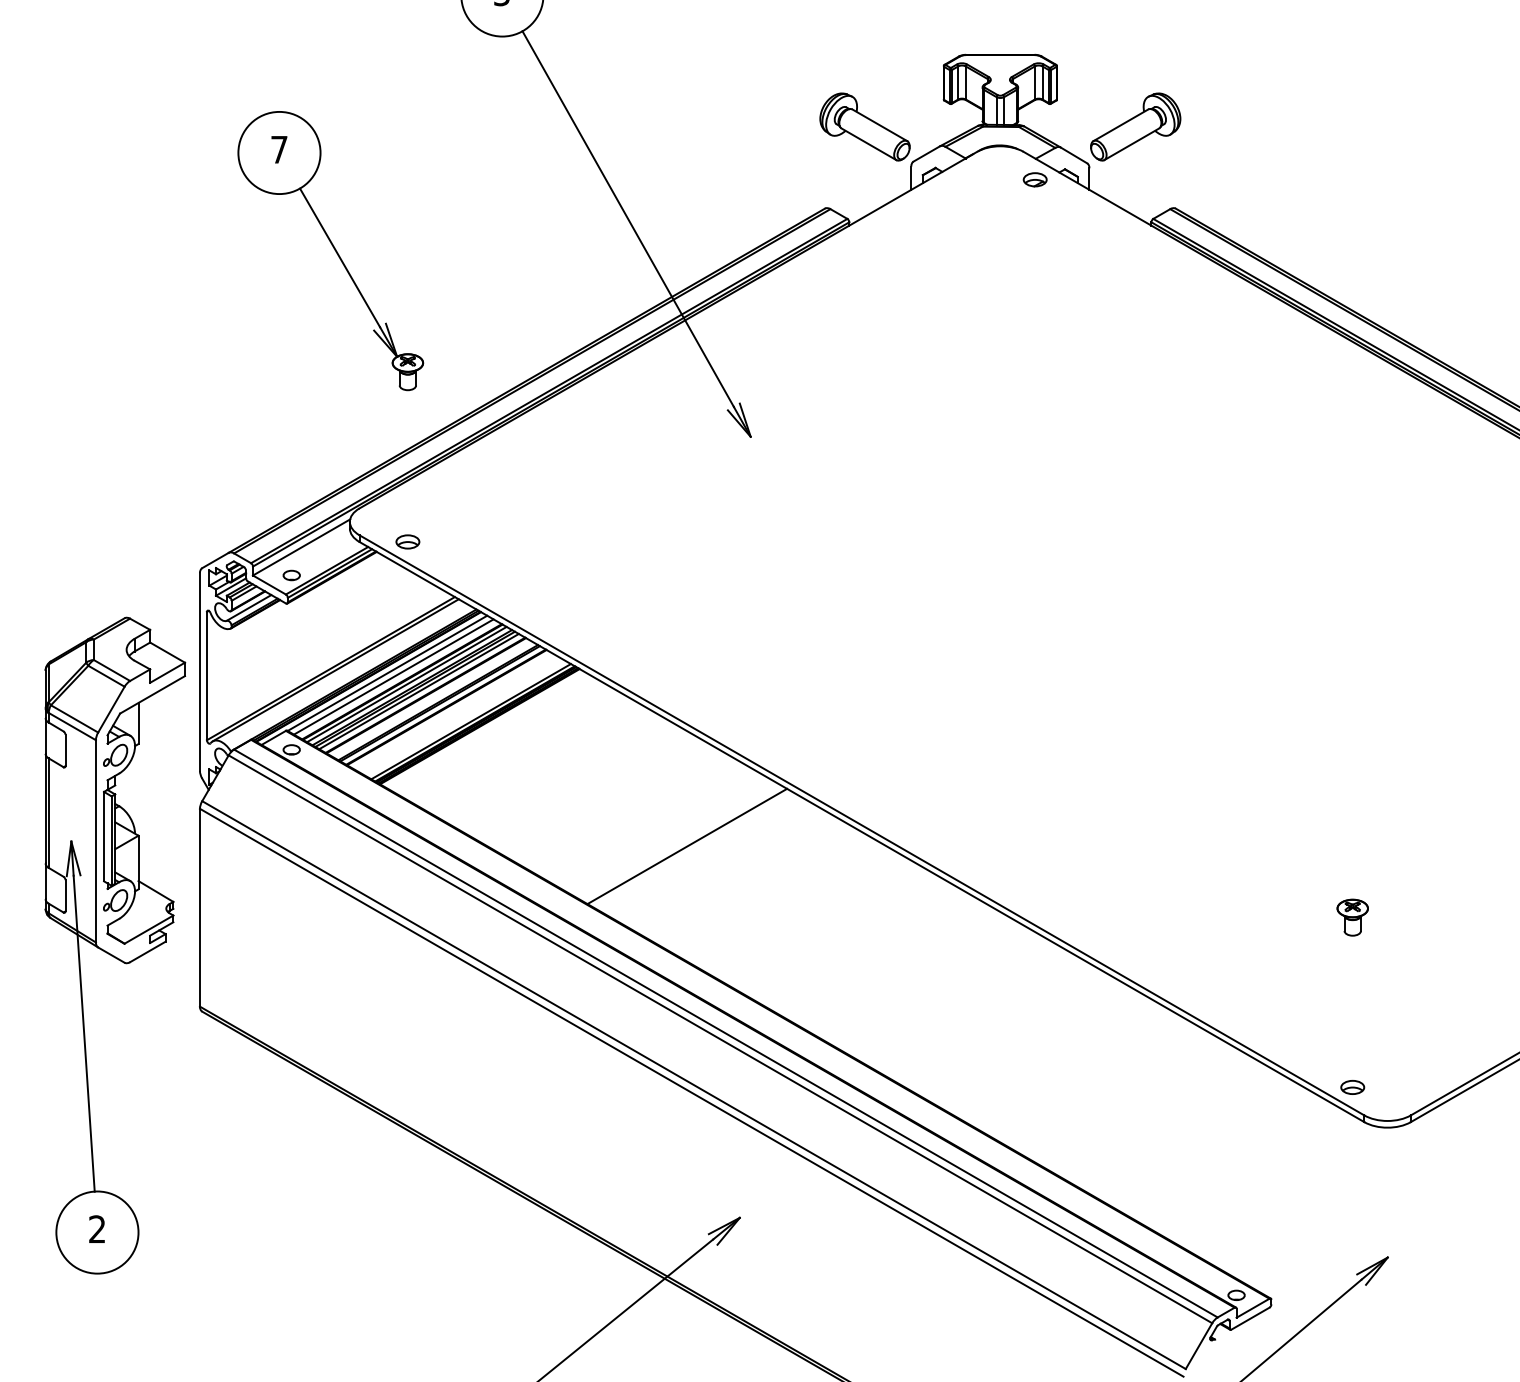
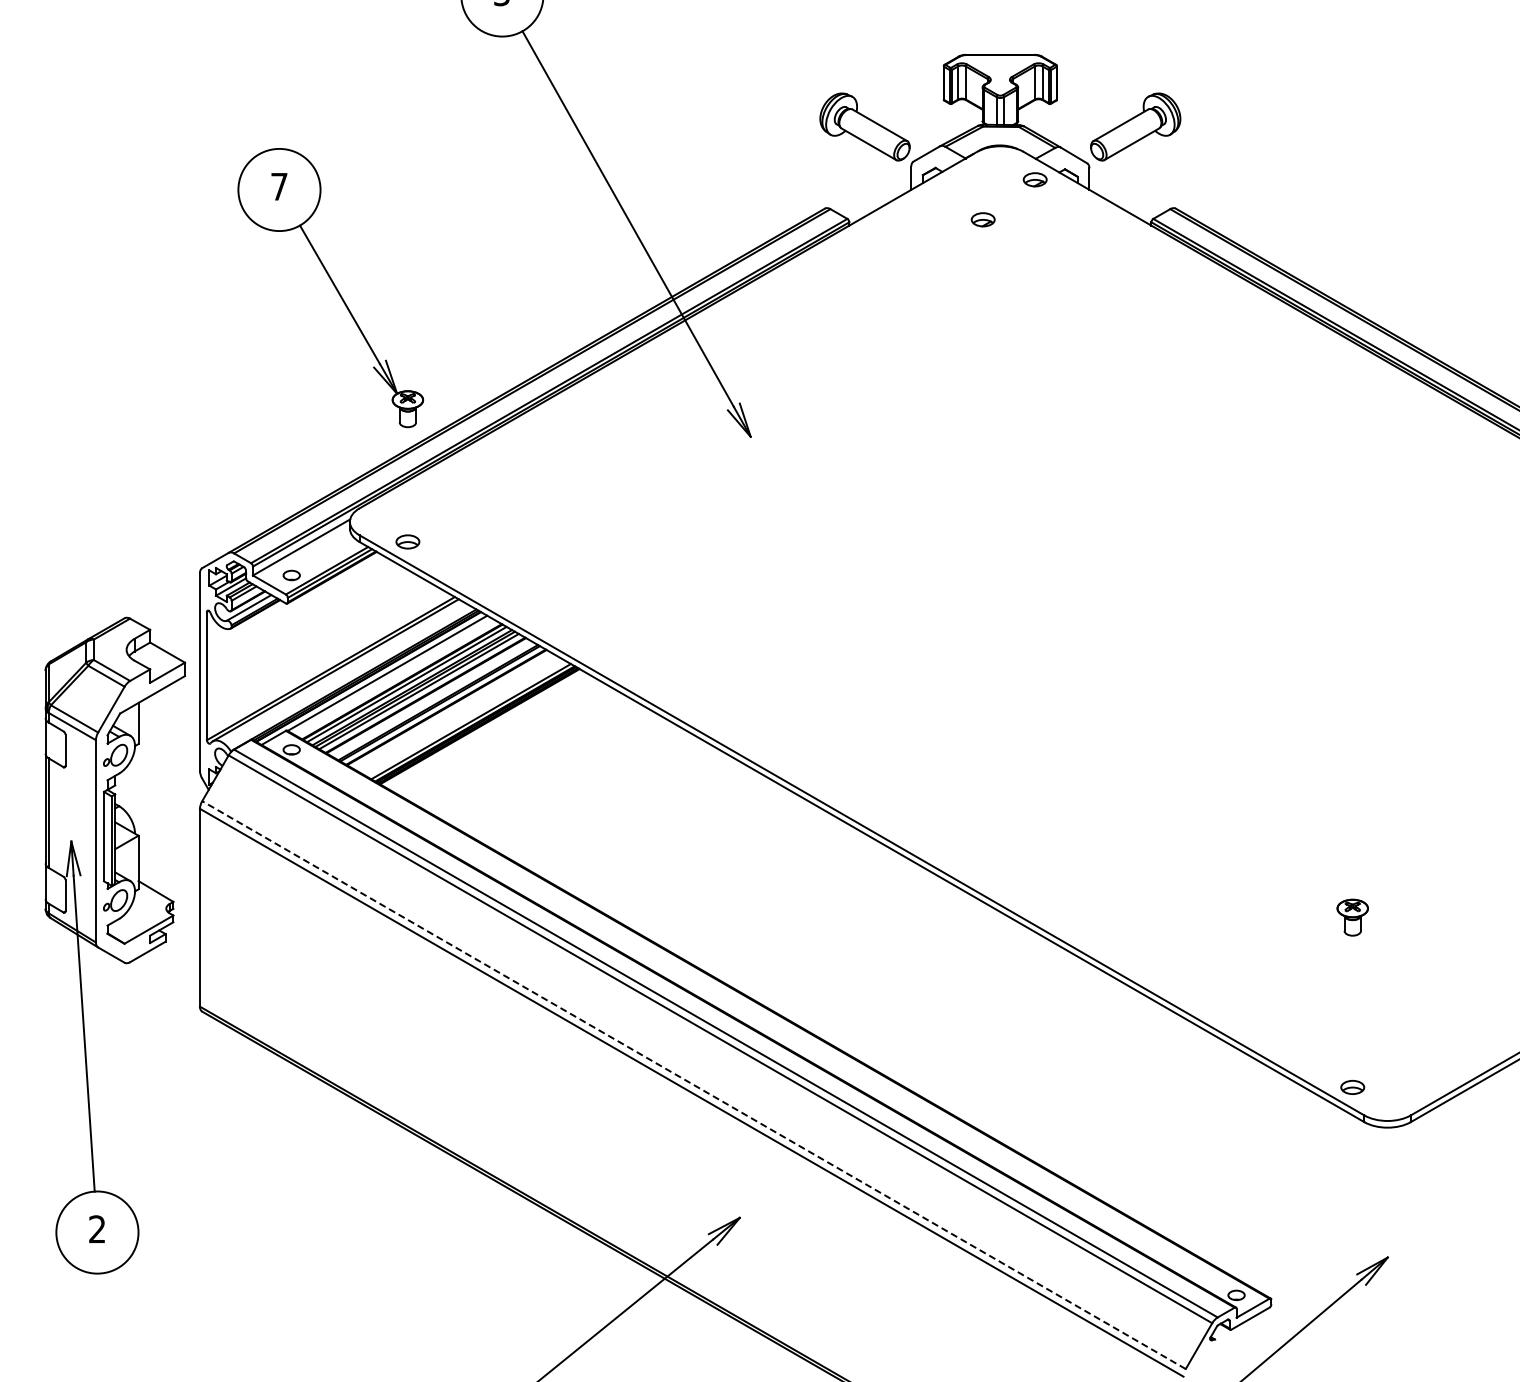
part at (982, 219): none -> present
part at (330, 251) position: (330, 251) -> (330, 288)
line at (393, 676): present -> none
line at (687, 846): present -> none
line at (694, 1085): solid -> dashed
